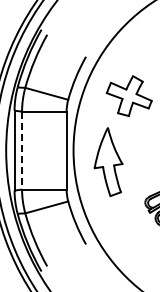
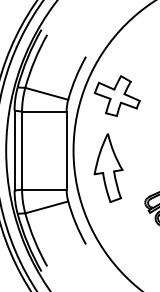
part at (128, 95) position: (128, 95) -> (116, 95)
line at (22, 150): dashed -> solid
part at (108, 162) position: (108, 162) -> (108, 168)
